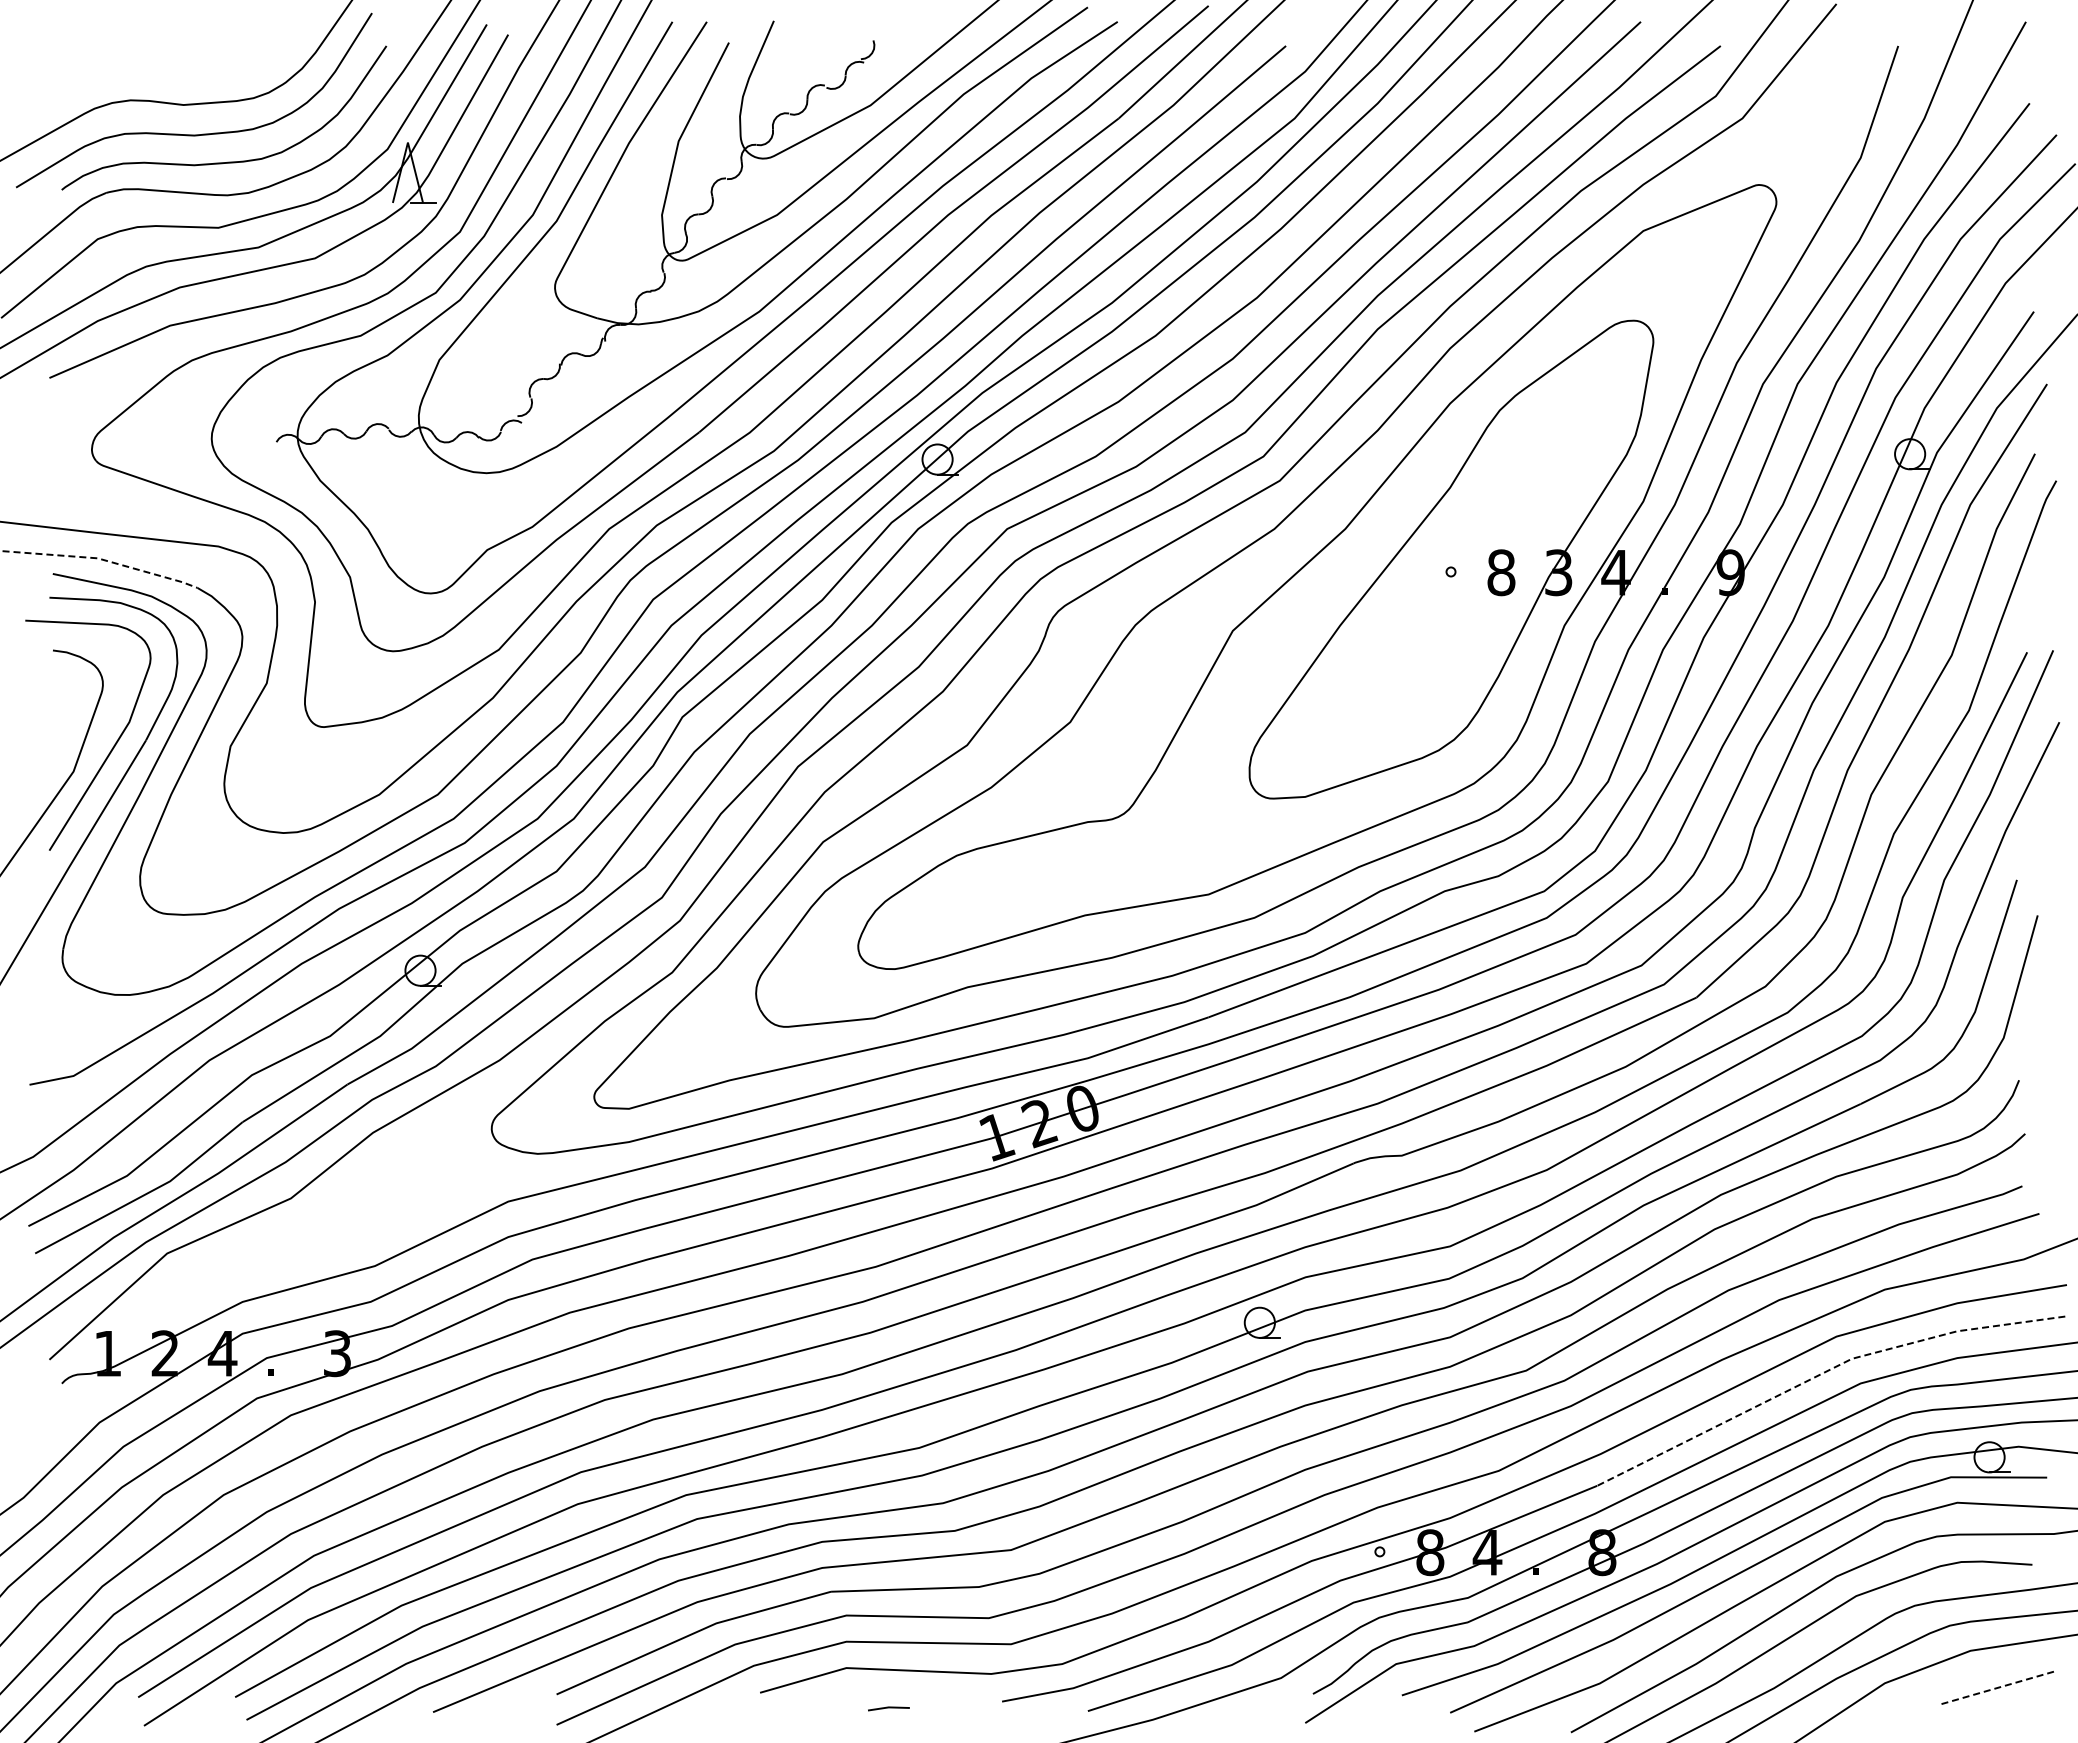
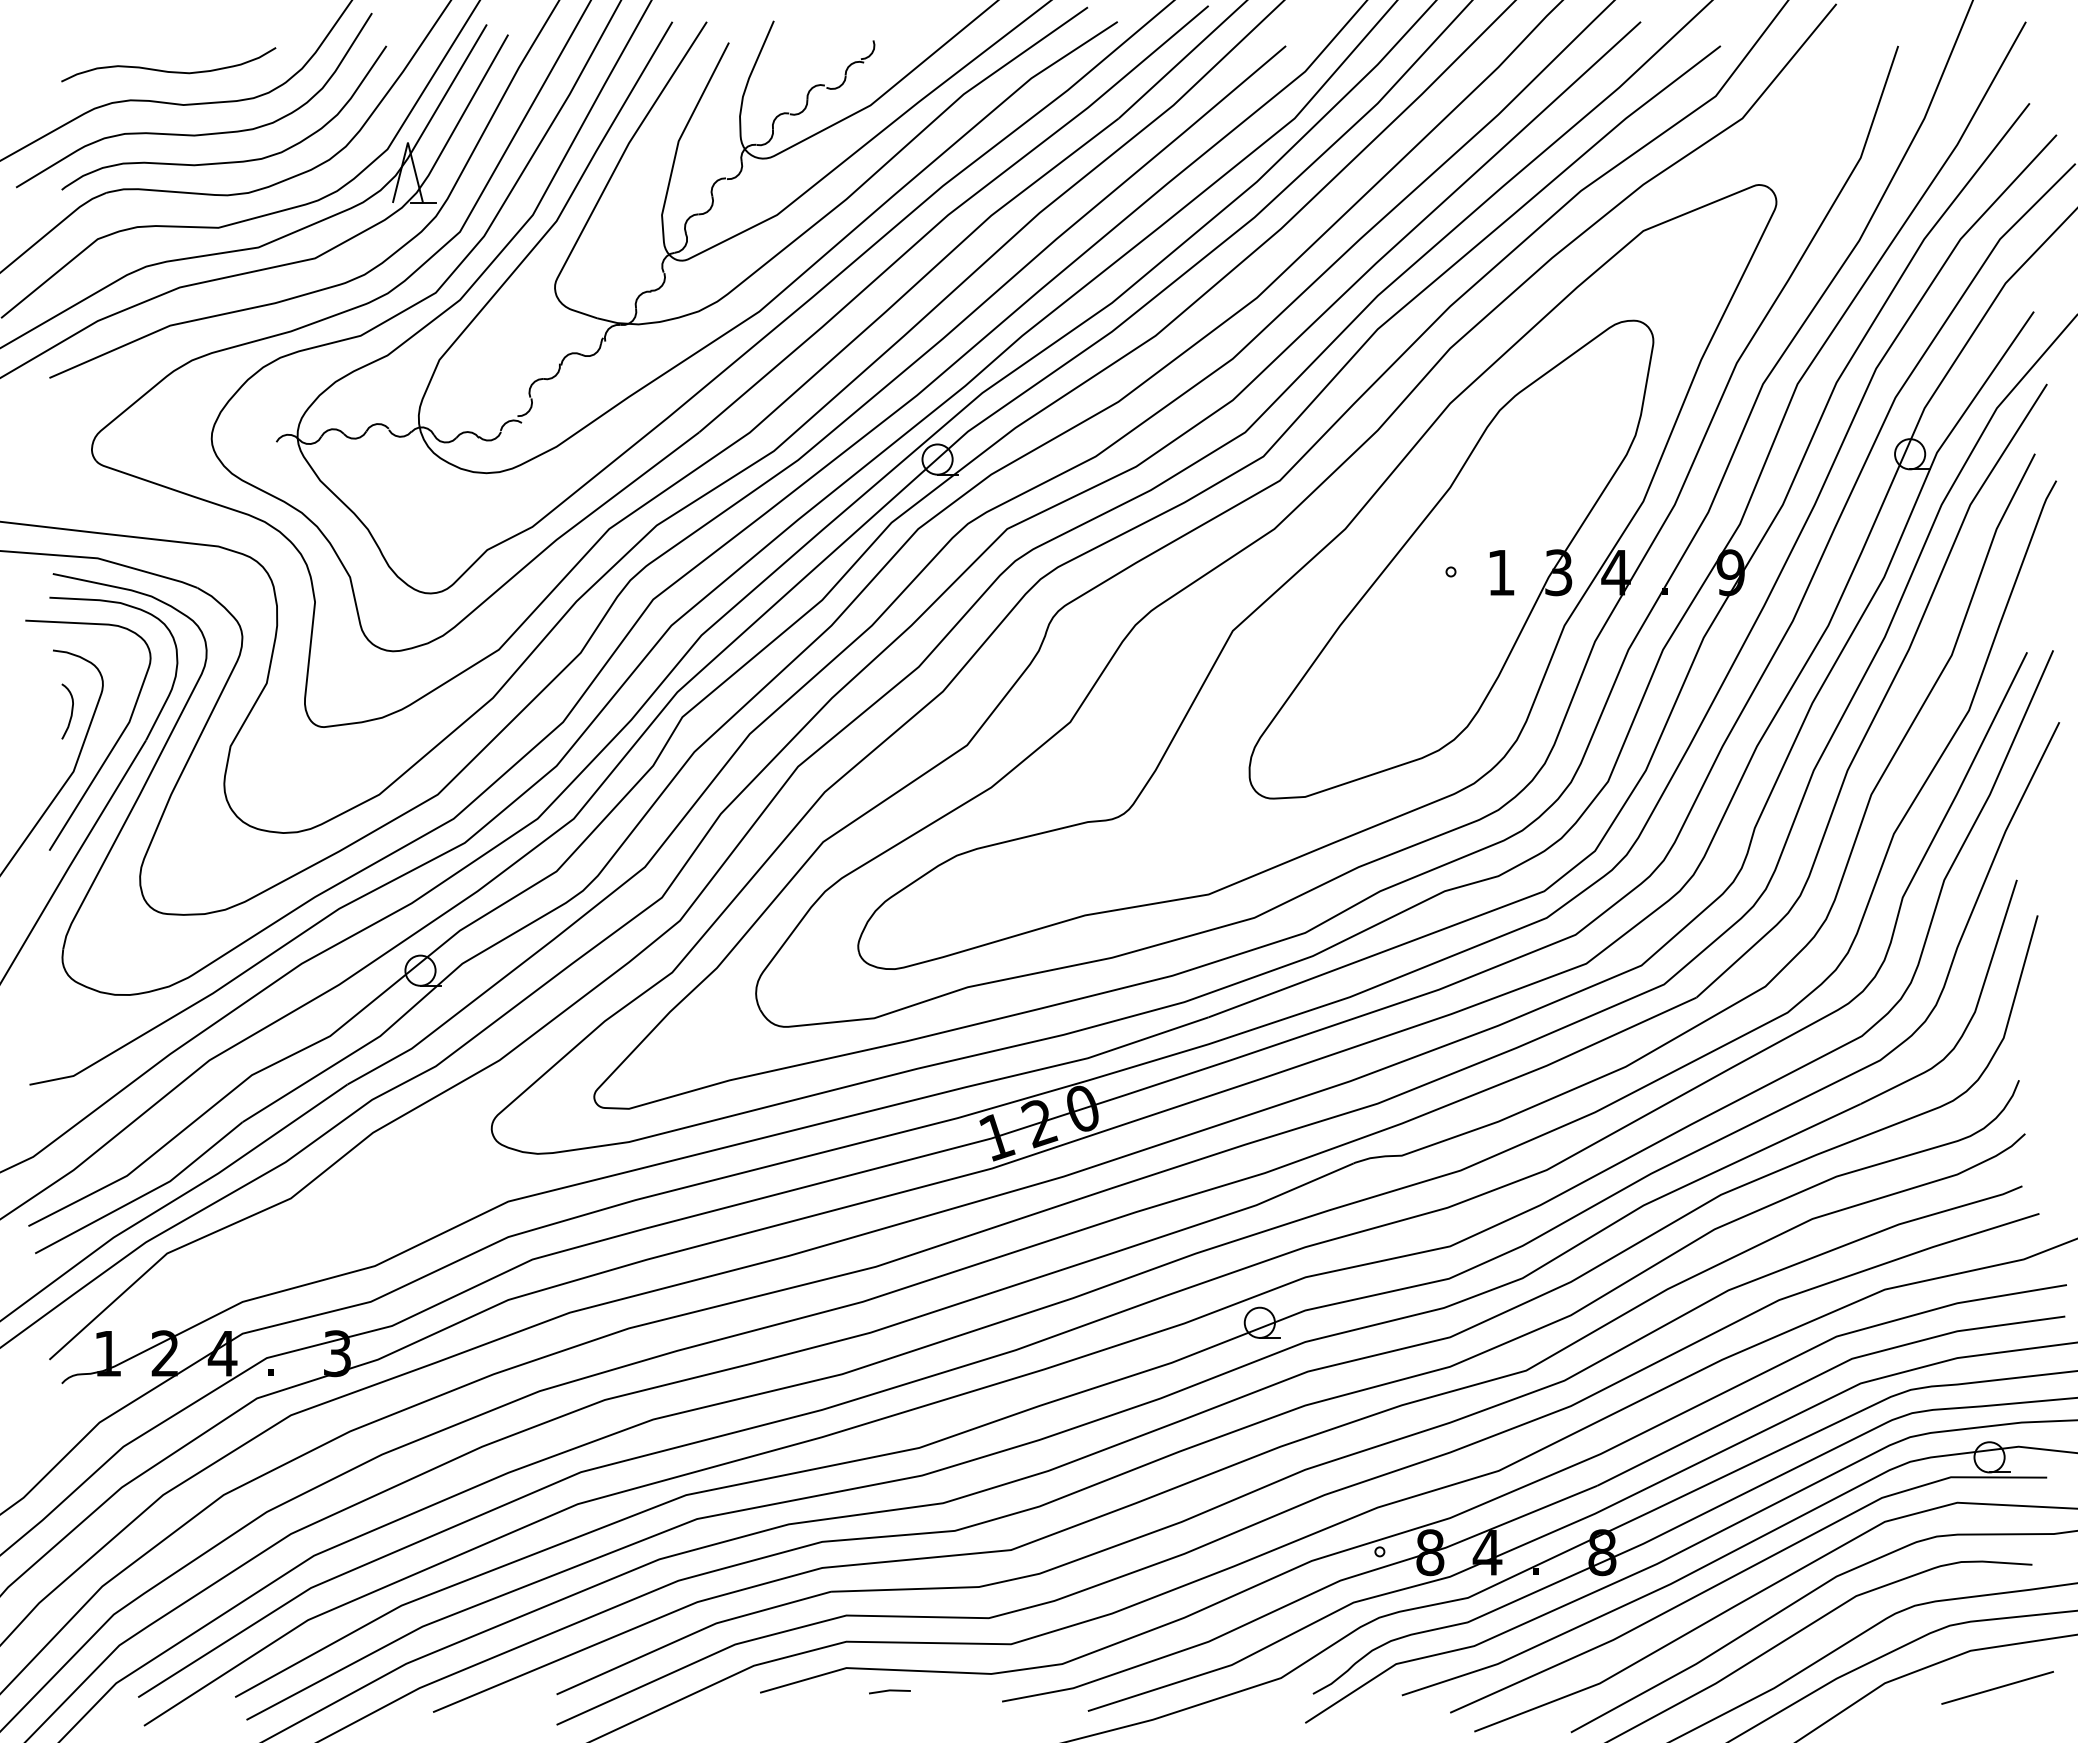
curve at (167, 70): none -> present
line at (101, 559): dashed -> solid
text at (1501, 572): 8 -> 1
curve at (71, 711): none -> present
line at (1822, 1373): dashed -> solid
line at (1997, 1687): dashed -> solid
line at (888, 1708) position: (888, 1708) -> (889, 1691)
